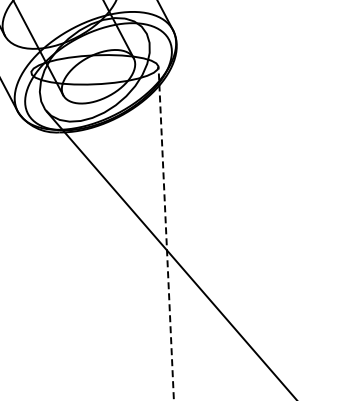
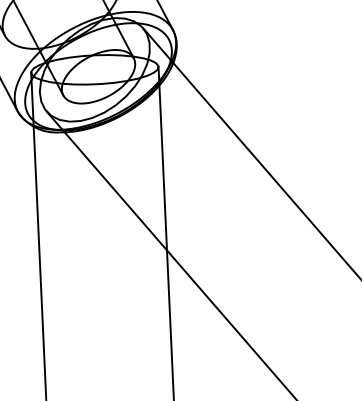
line at (250, 152): none -> present
line at (166, 233): dashed -> solid
line at (38, 234): none -> present
